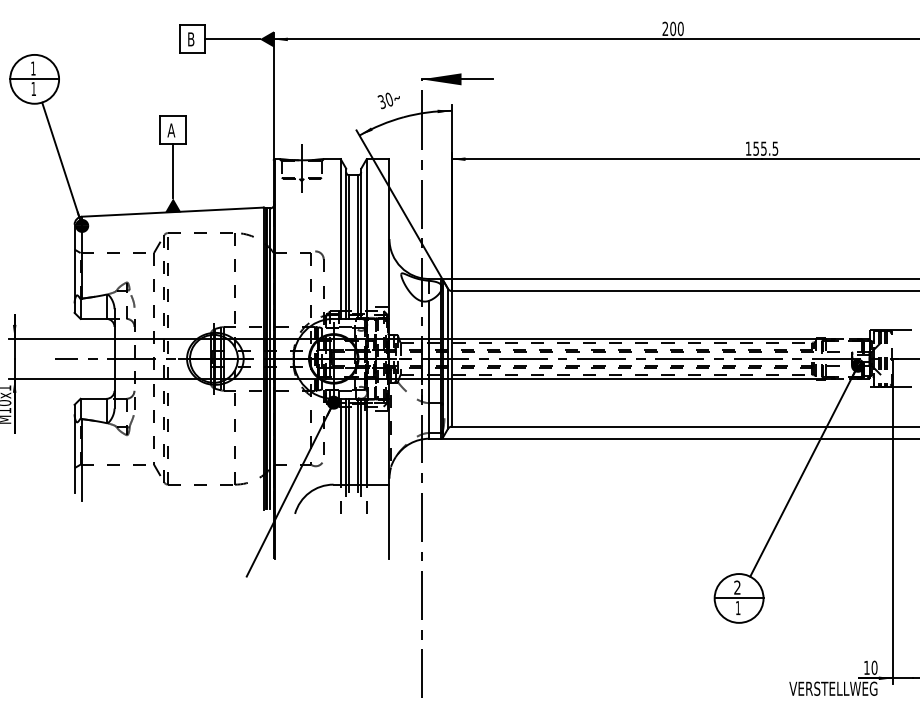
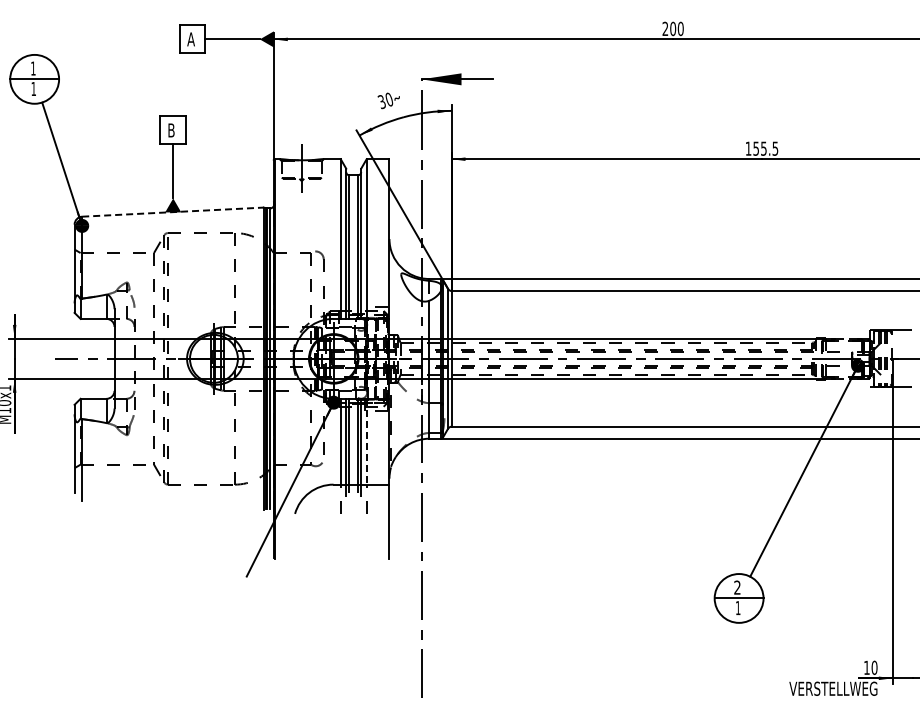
text at (190, 39): B -> A
text at (171, 130): A -> B
line at (173, 212): solid -> dashed
line at (366, 441): solid -> dashed
